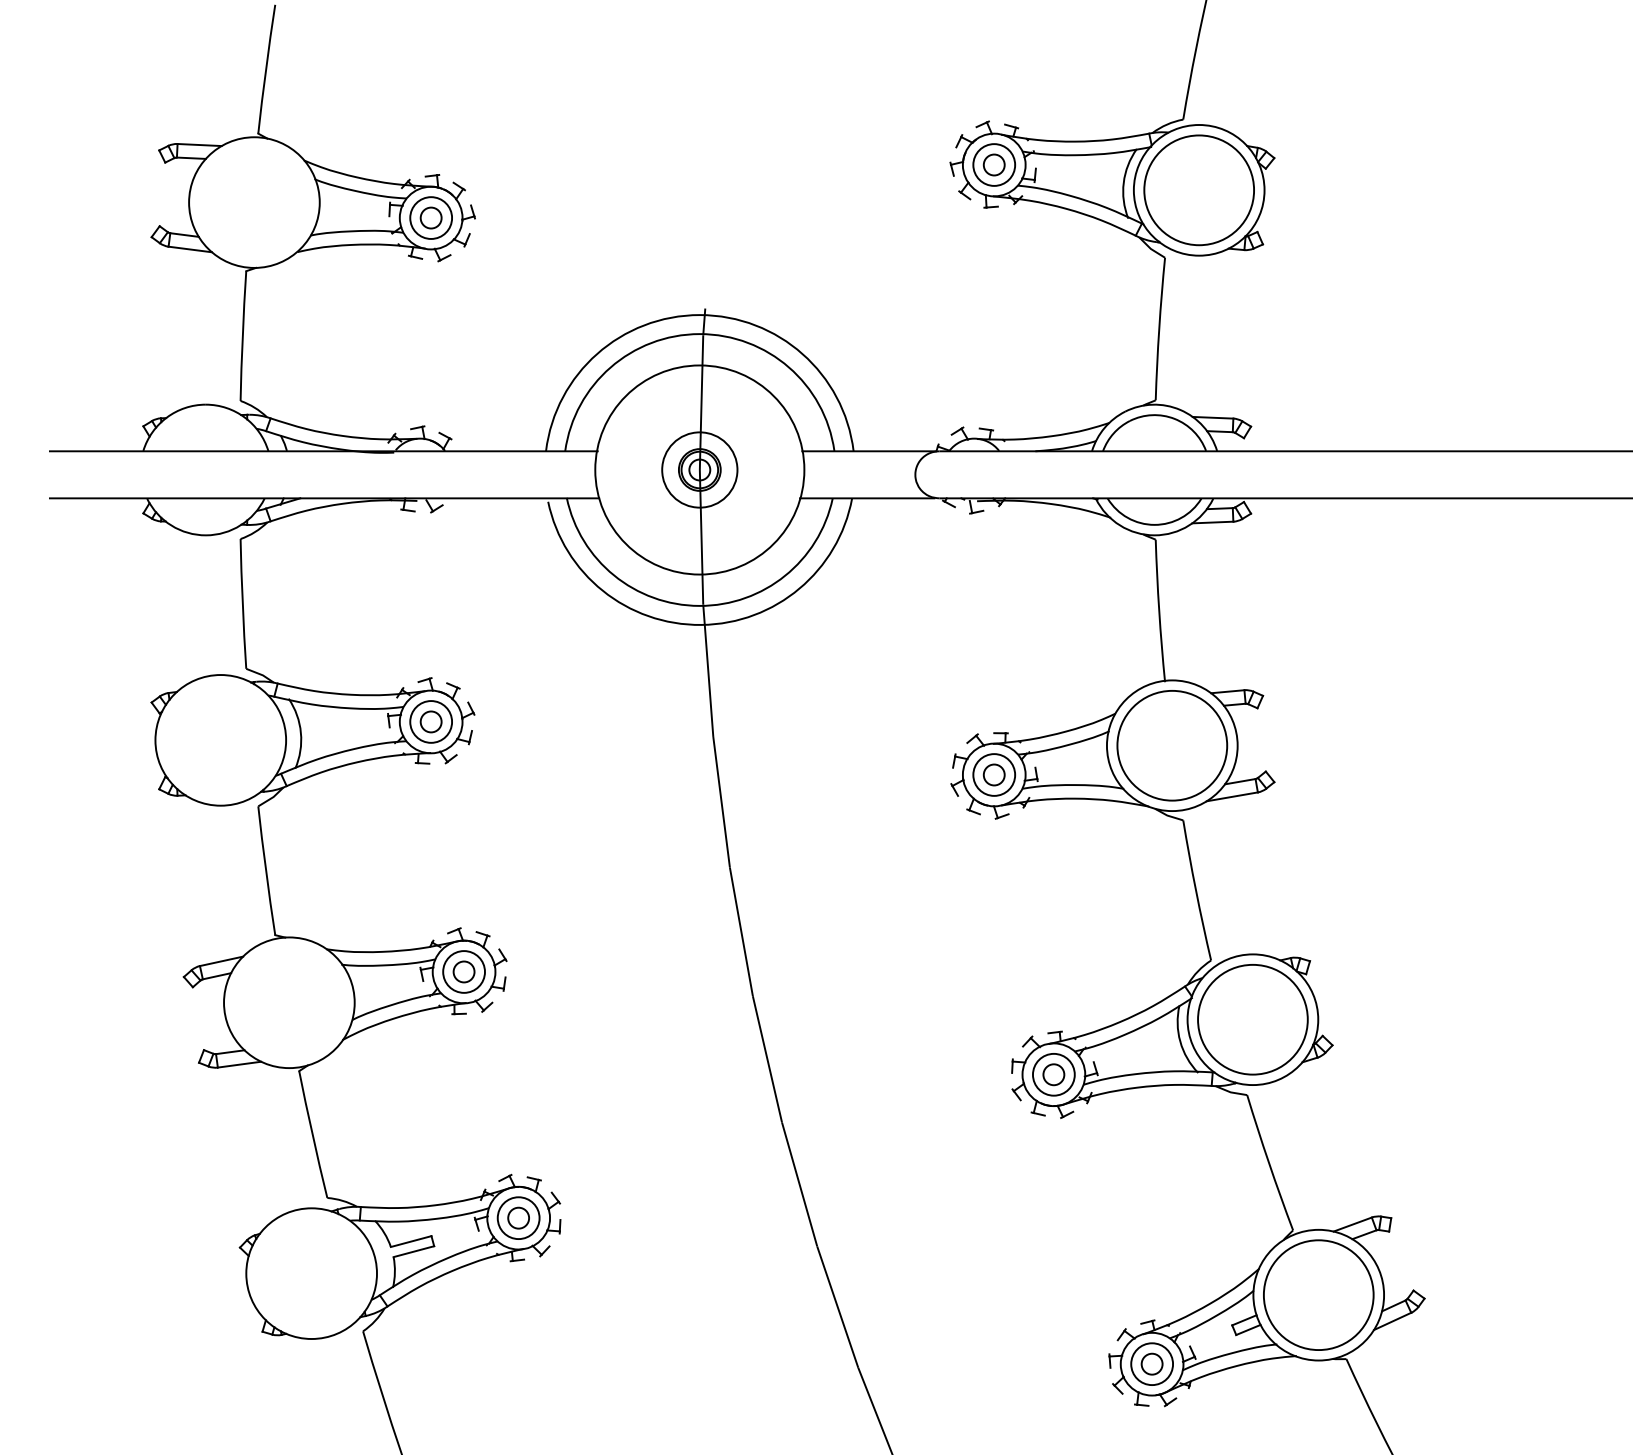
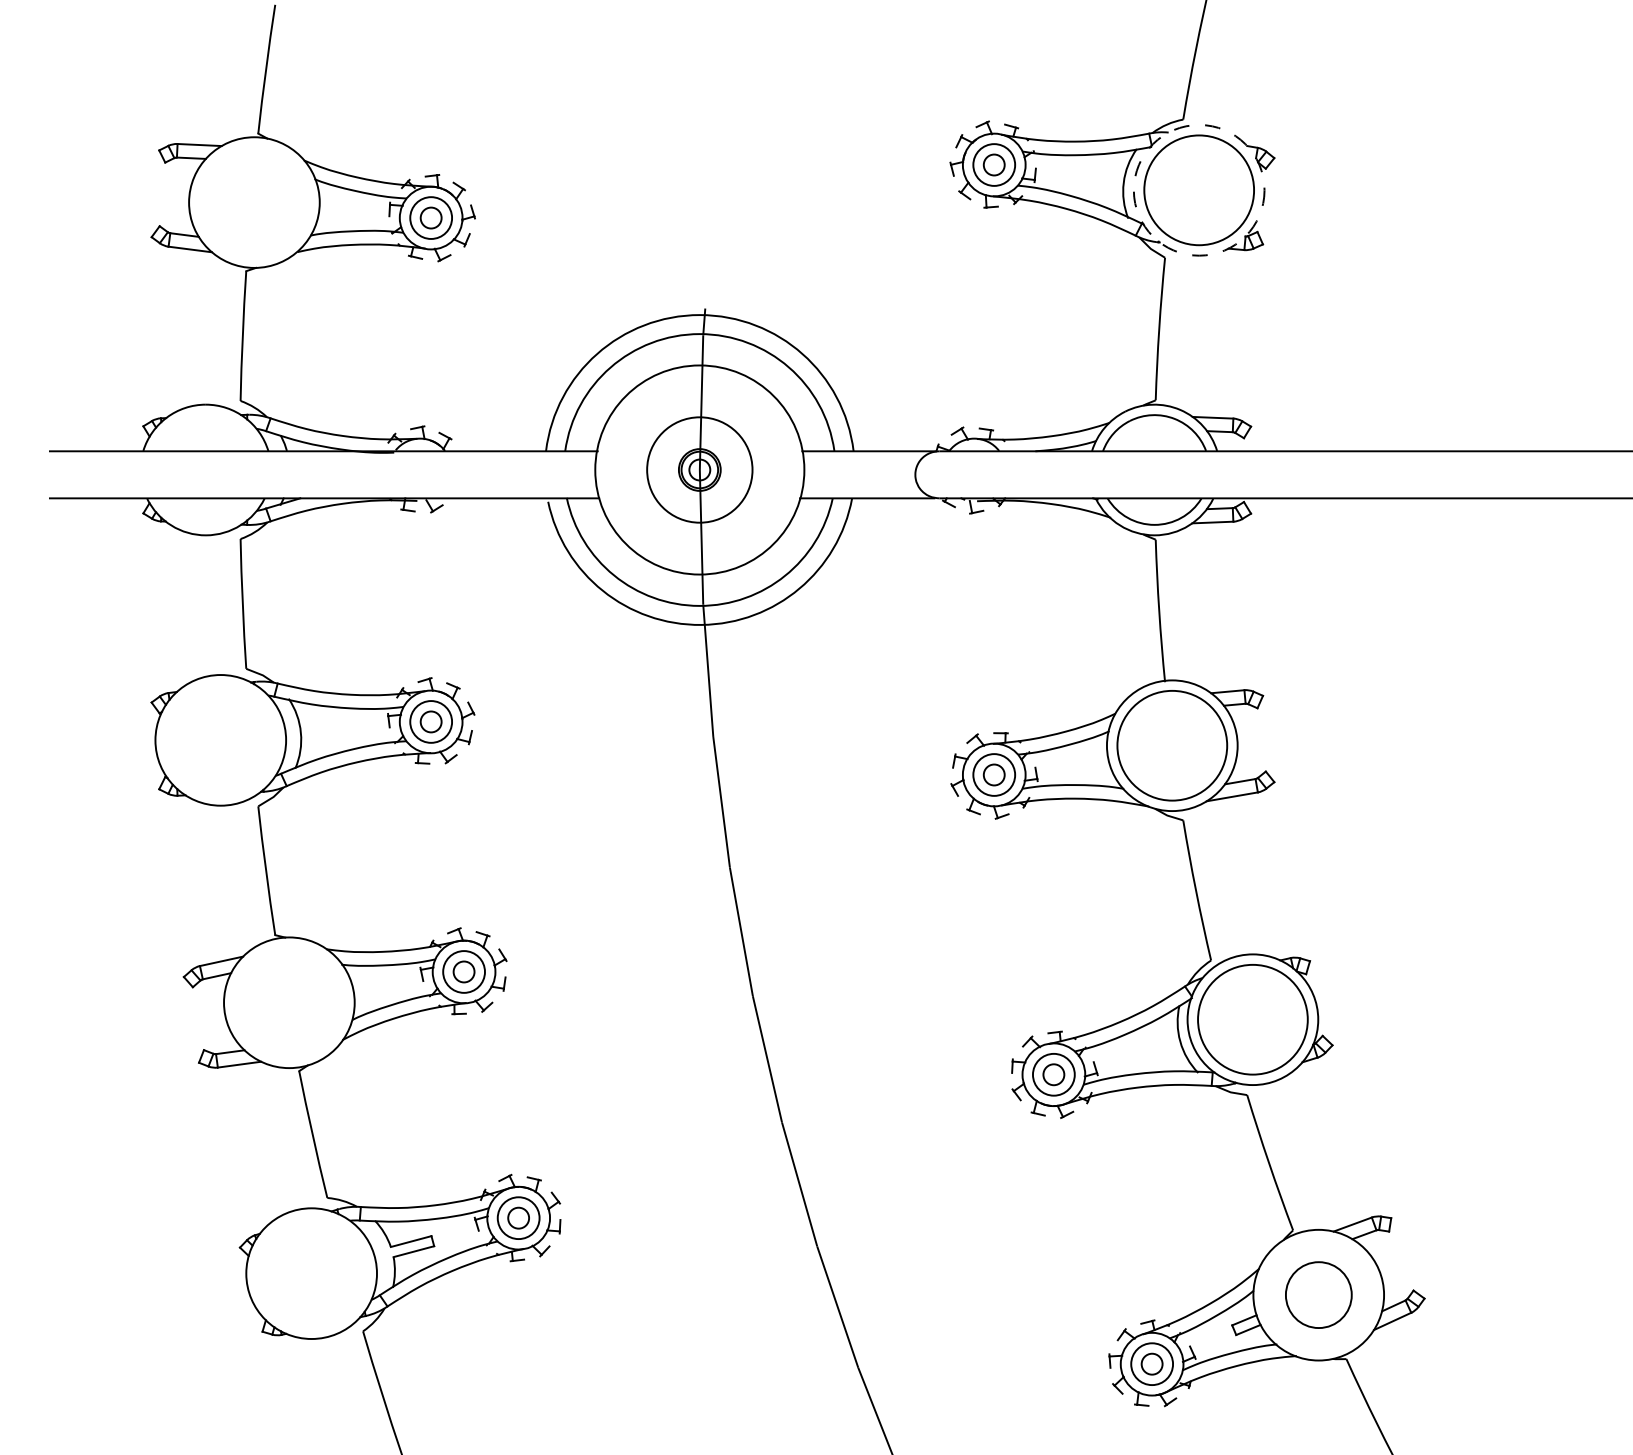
circle at (1198, 190): solid -> dashed
circle at (699, 469) diameter: 75 px -> 105 px
circle at (1318, 1294) size: 112x112 px -> 68x68 px
